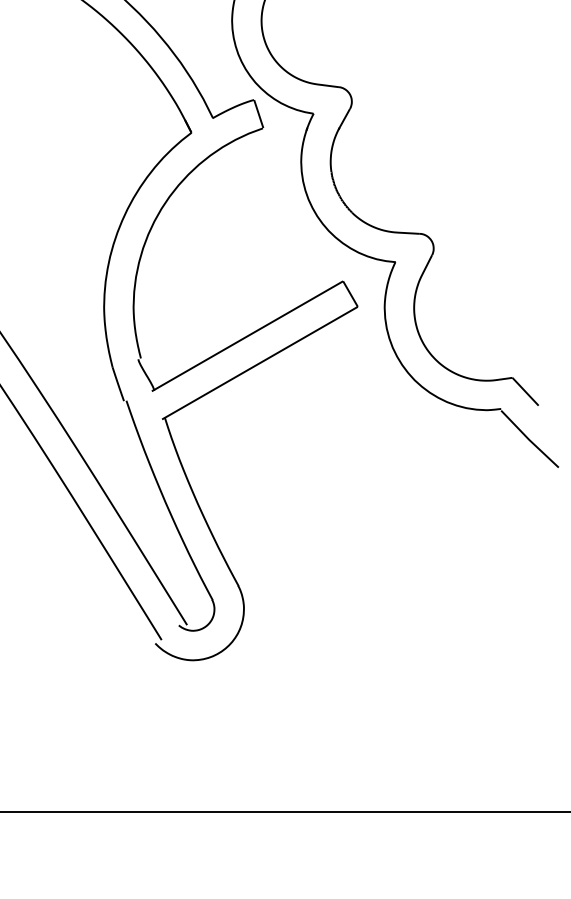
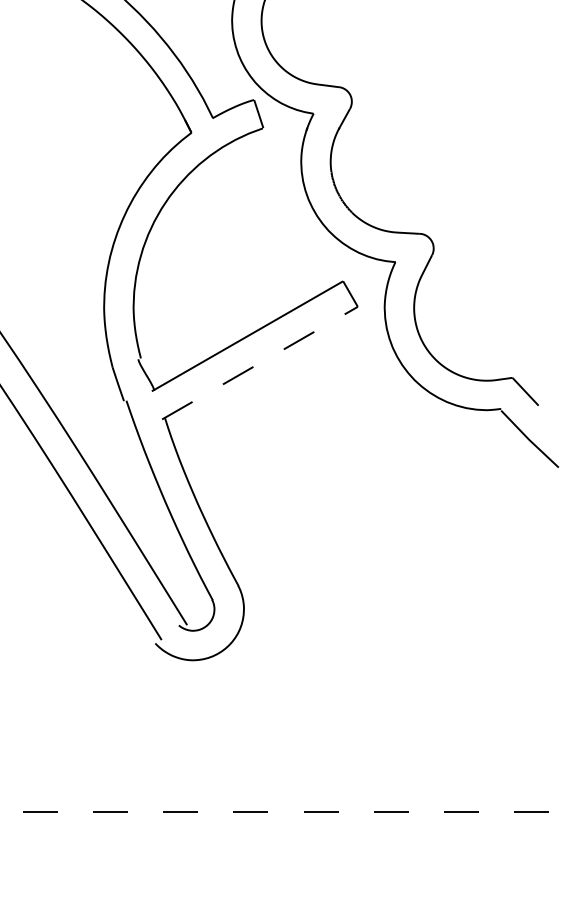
line at (259, 363): solid -> dashed
line at (285, 812): solid -> dashed
